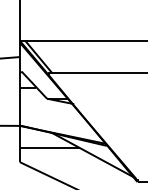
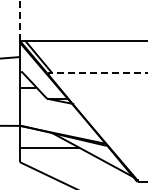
line at (19, 20): solid -> dashed
line at (99, 73): solid -> dashed
